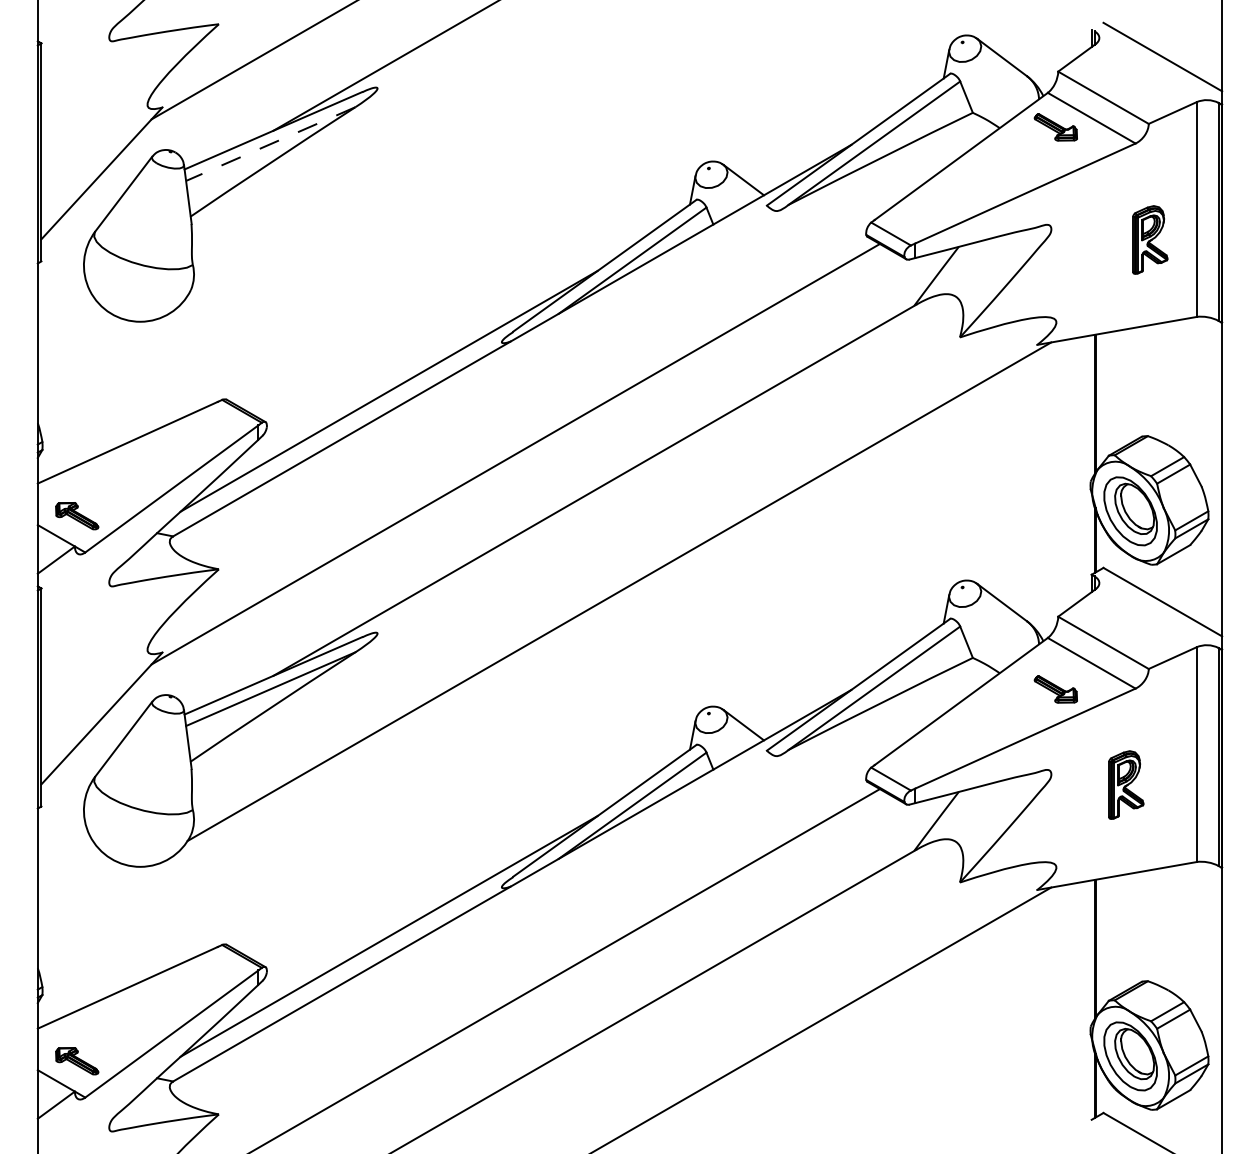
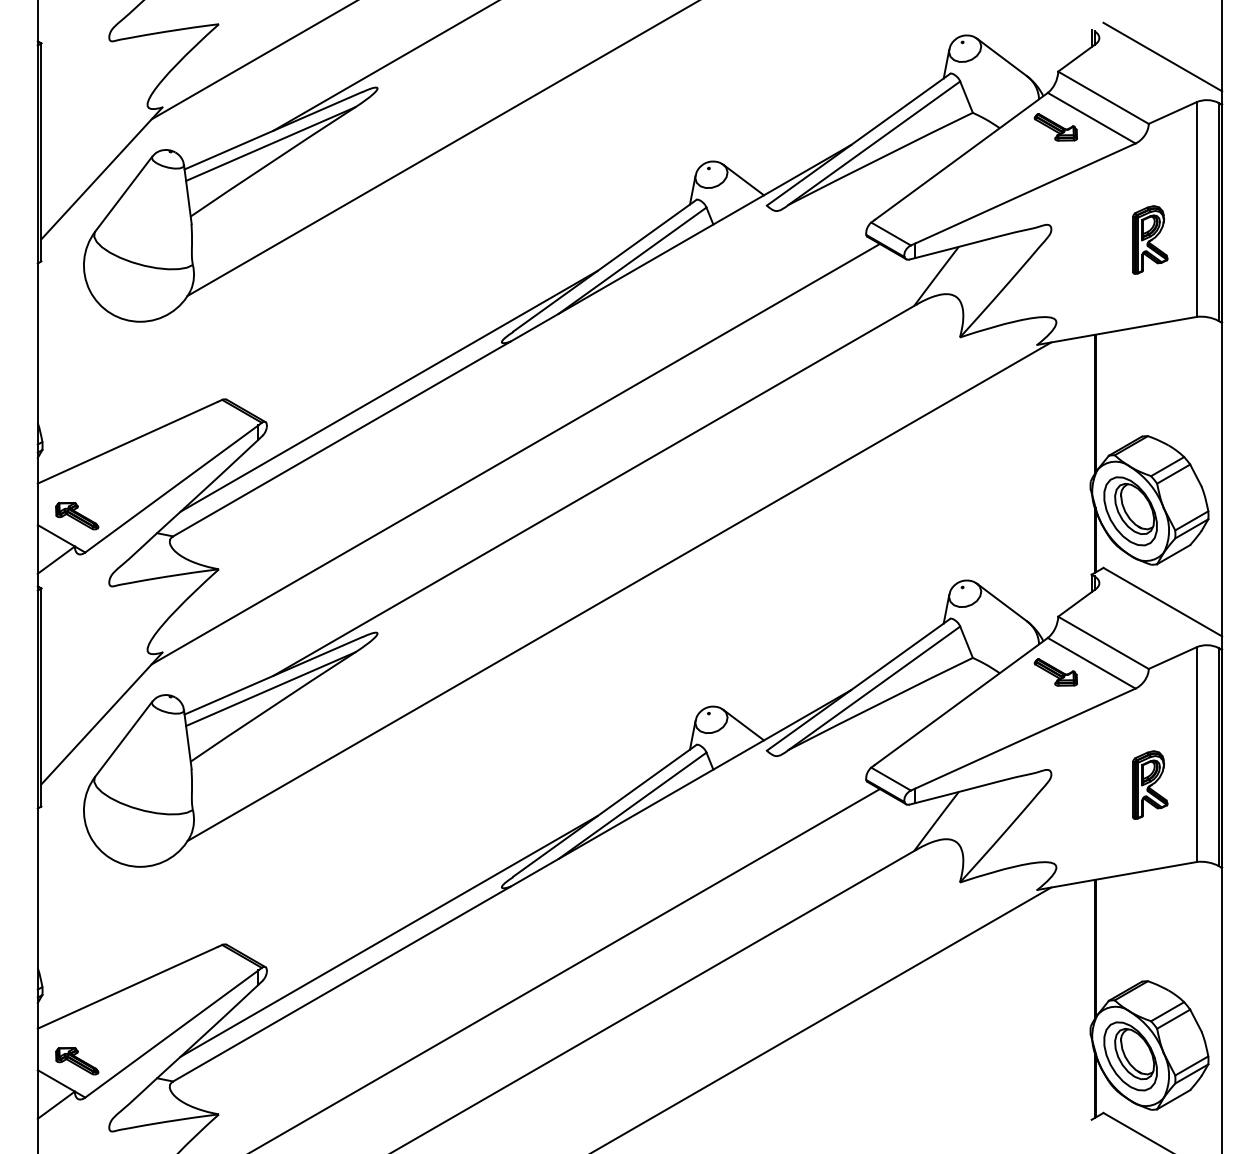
line at (270, 144): dashed -> solid
line at (441, 148): none -> present
part at (1055, 689) position: (1055, 689) -> (1055, 672)
part at (1126, 784) position: (1126, 784) -> (1150, 784)
